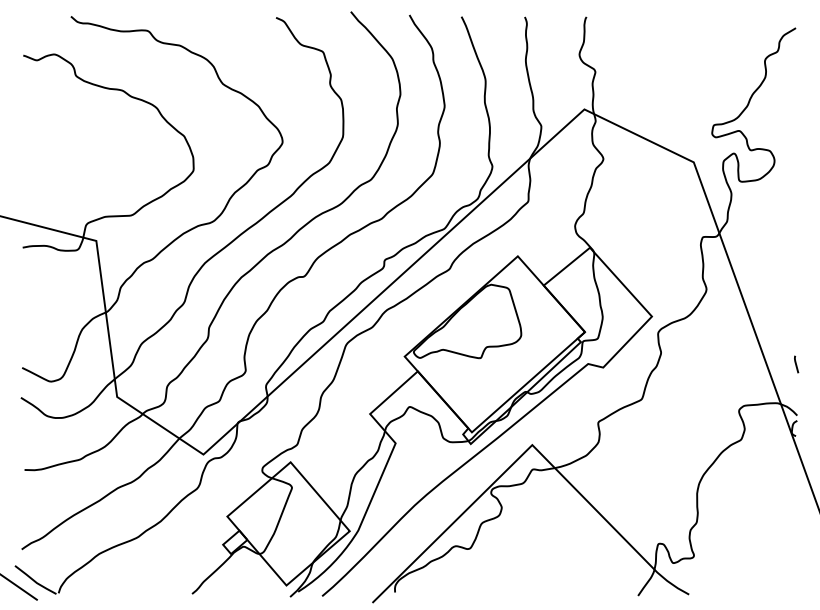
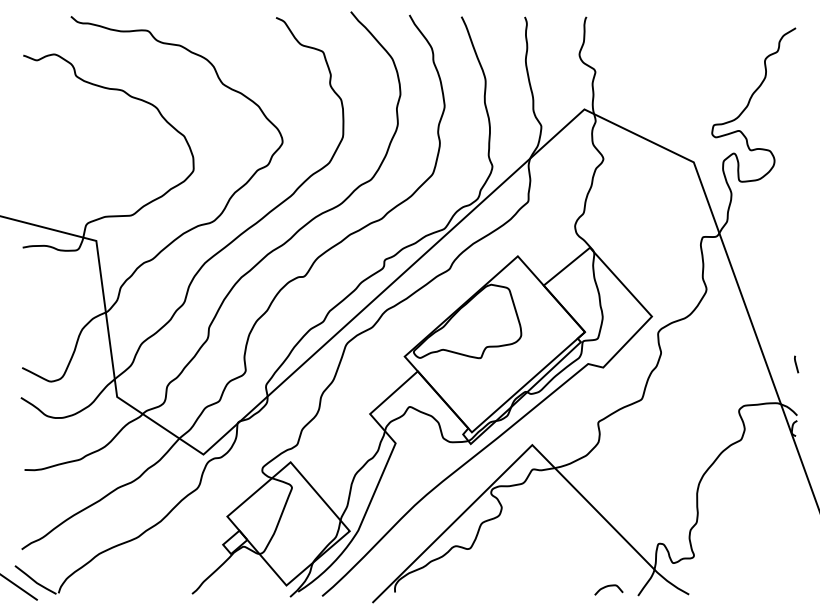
curve at (607, 587): none -> present
